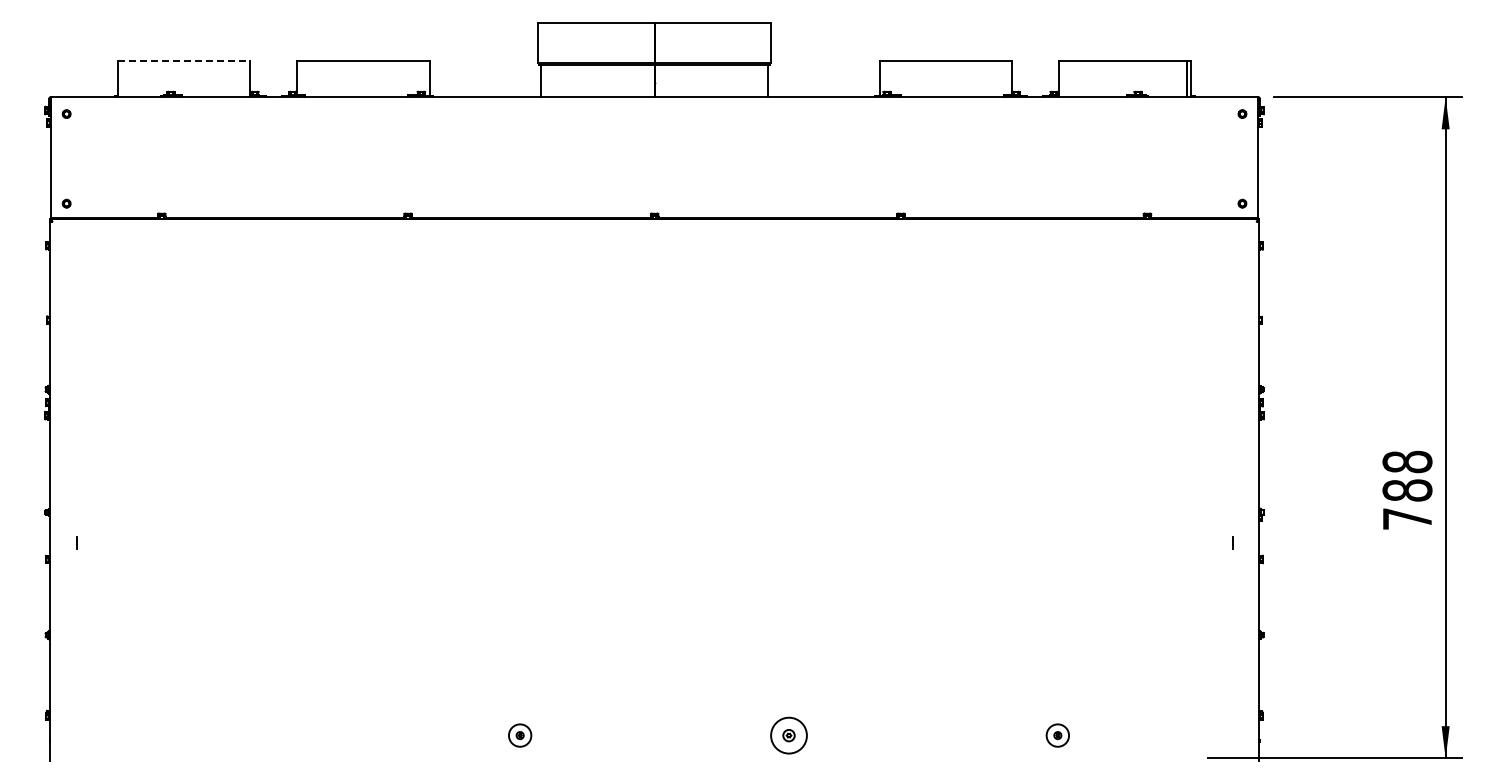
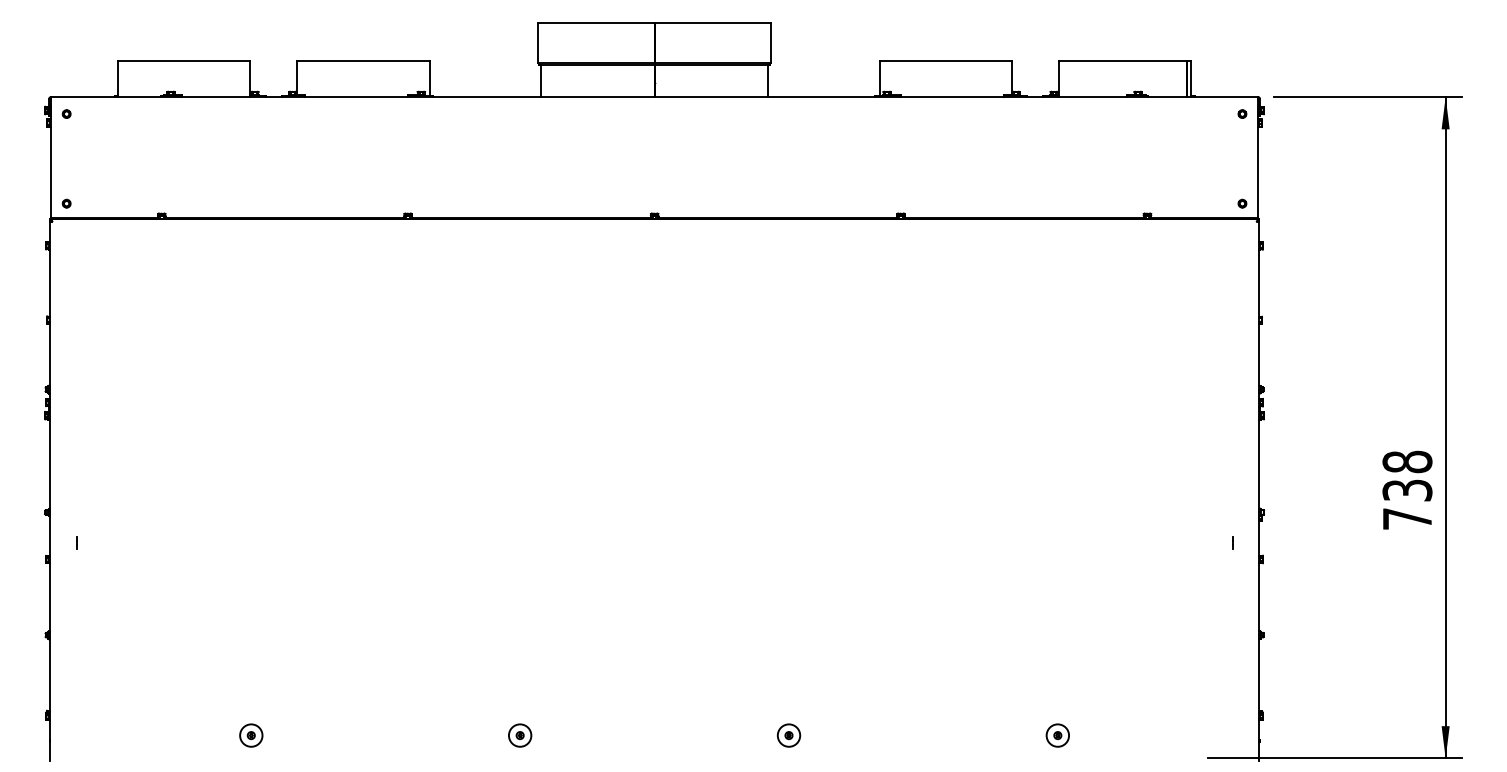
line at (184, 61): dashed -> solid
text at (1407, 490): 788 -> 738
part at (251, 735): none -> present
part at (788, 735) size: 38x39 px -> 26x25 px
